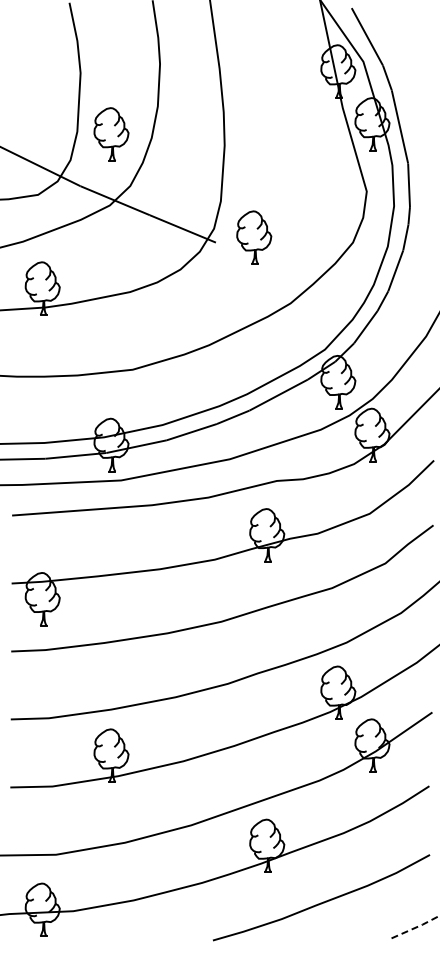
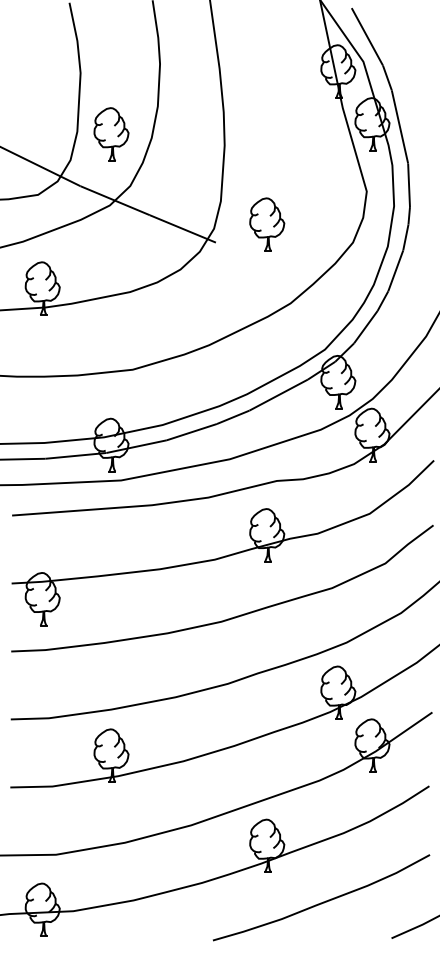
part at (254, 237) position: (254, 237) -> (267, 224)
line at (416, 927): dashed -> solid
